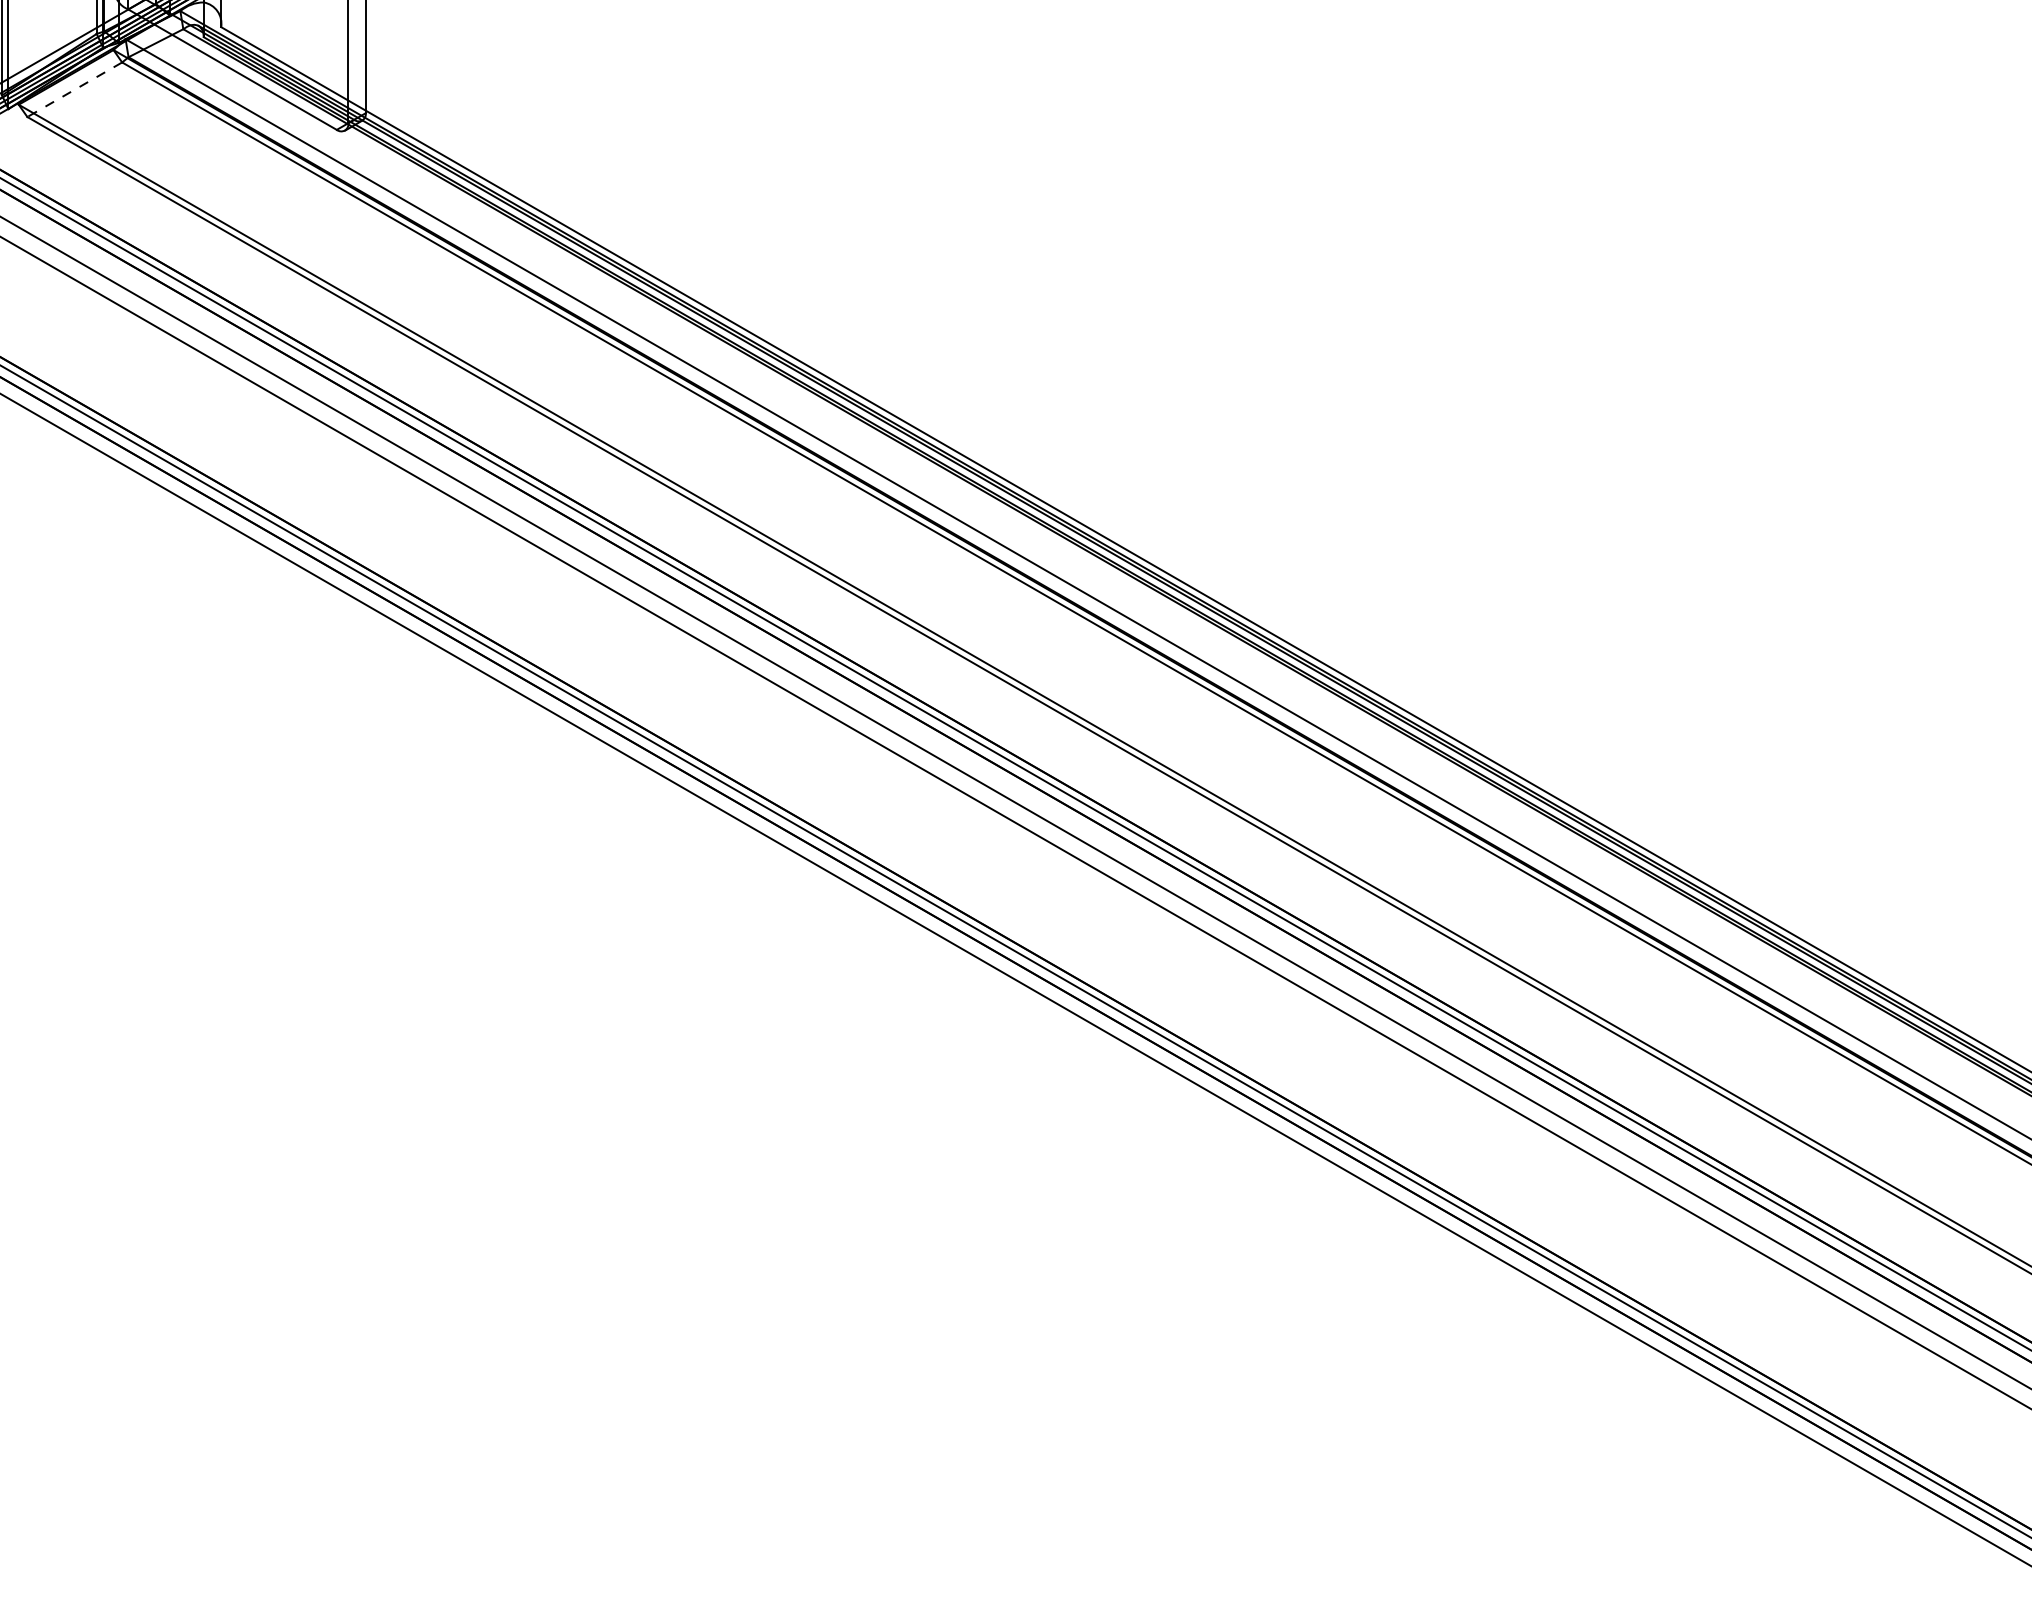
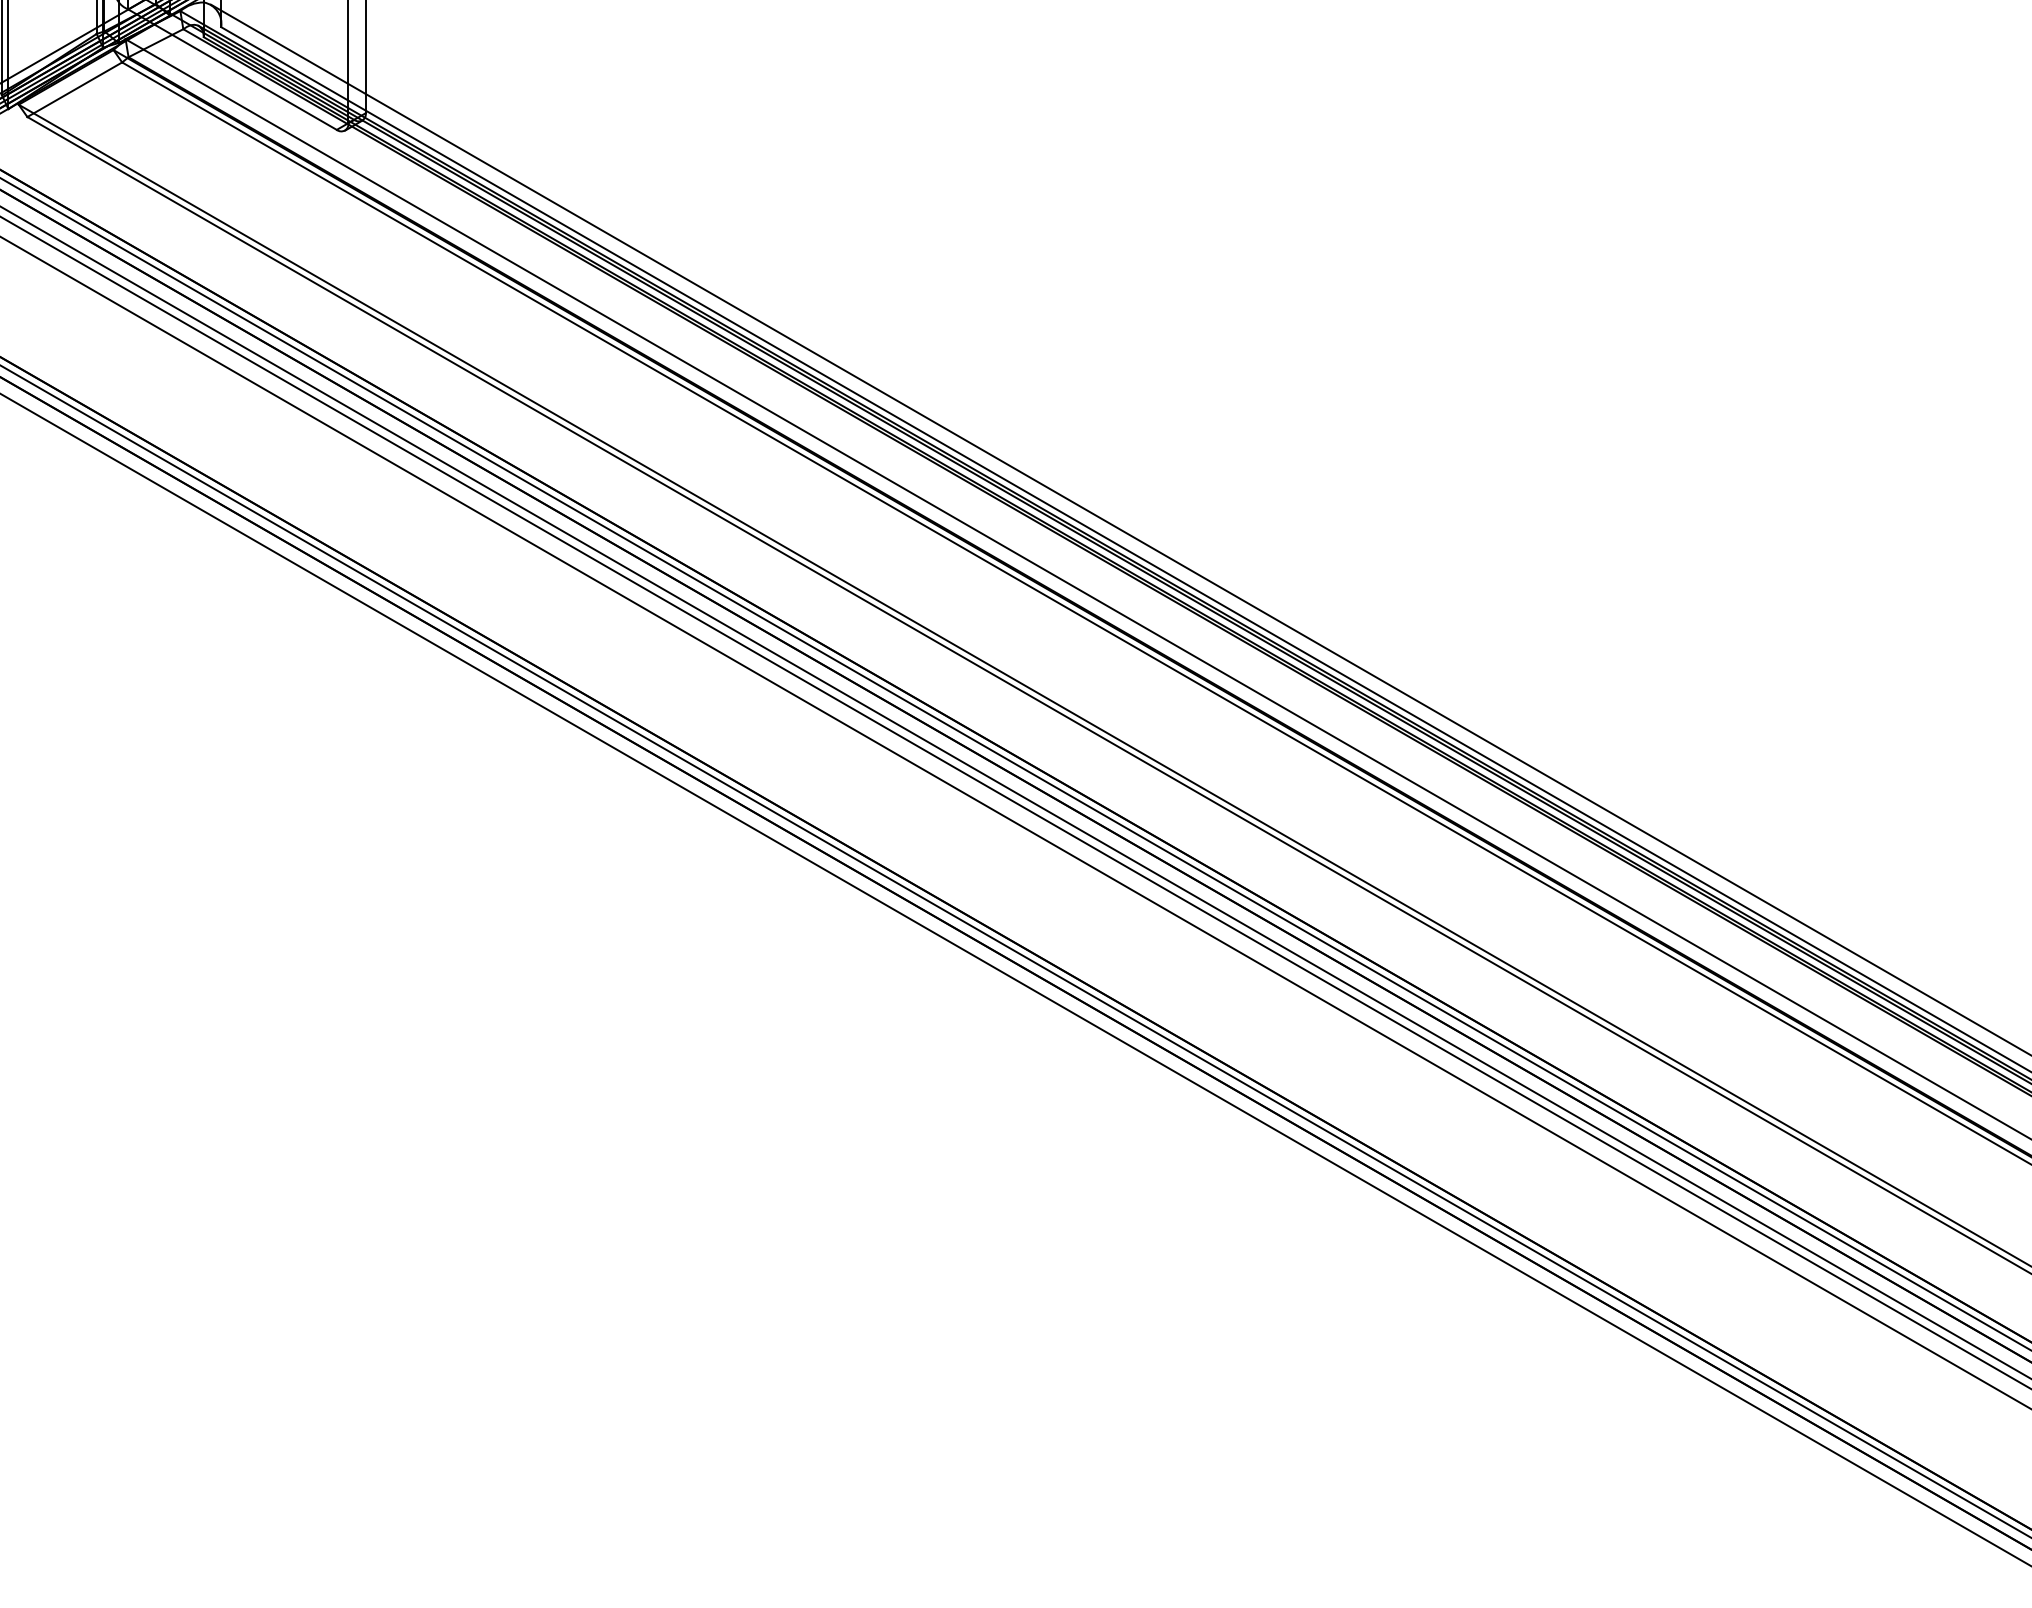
line at (74, 89): dashed -> solid
line at (1119, 529): none -> present
line at (1015, 792): none -> present
